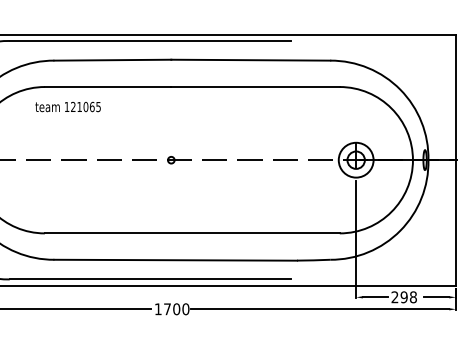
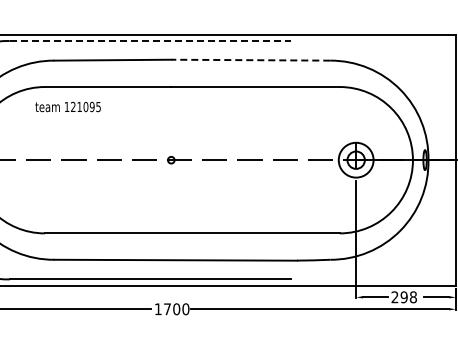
line at (150, 40): solid -> dashed
line at (250, 60): solid -> dashed
text at (91, 106): 121065 -> 121095
